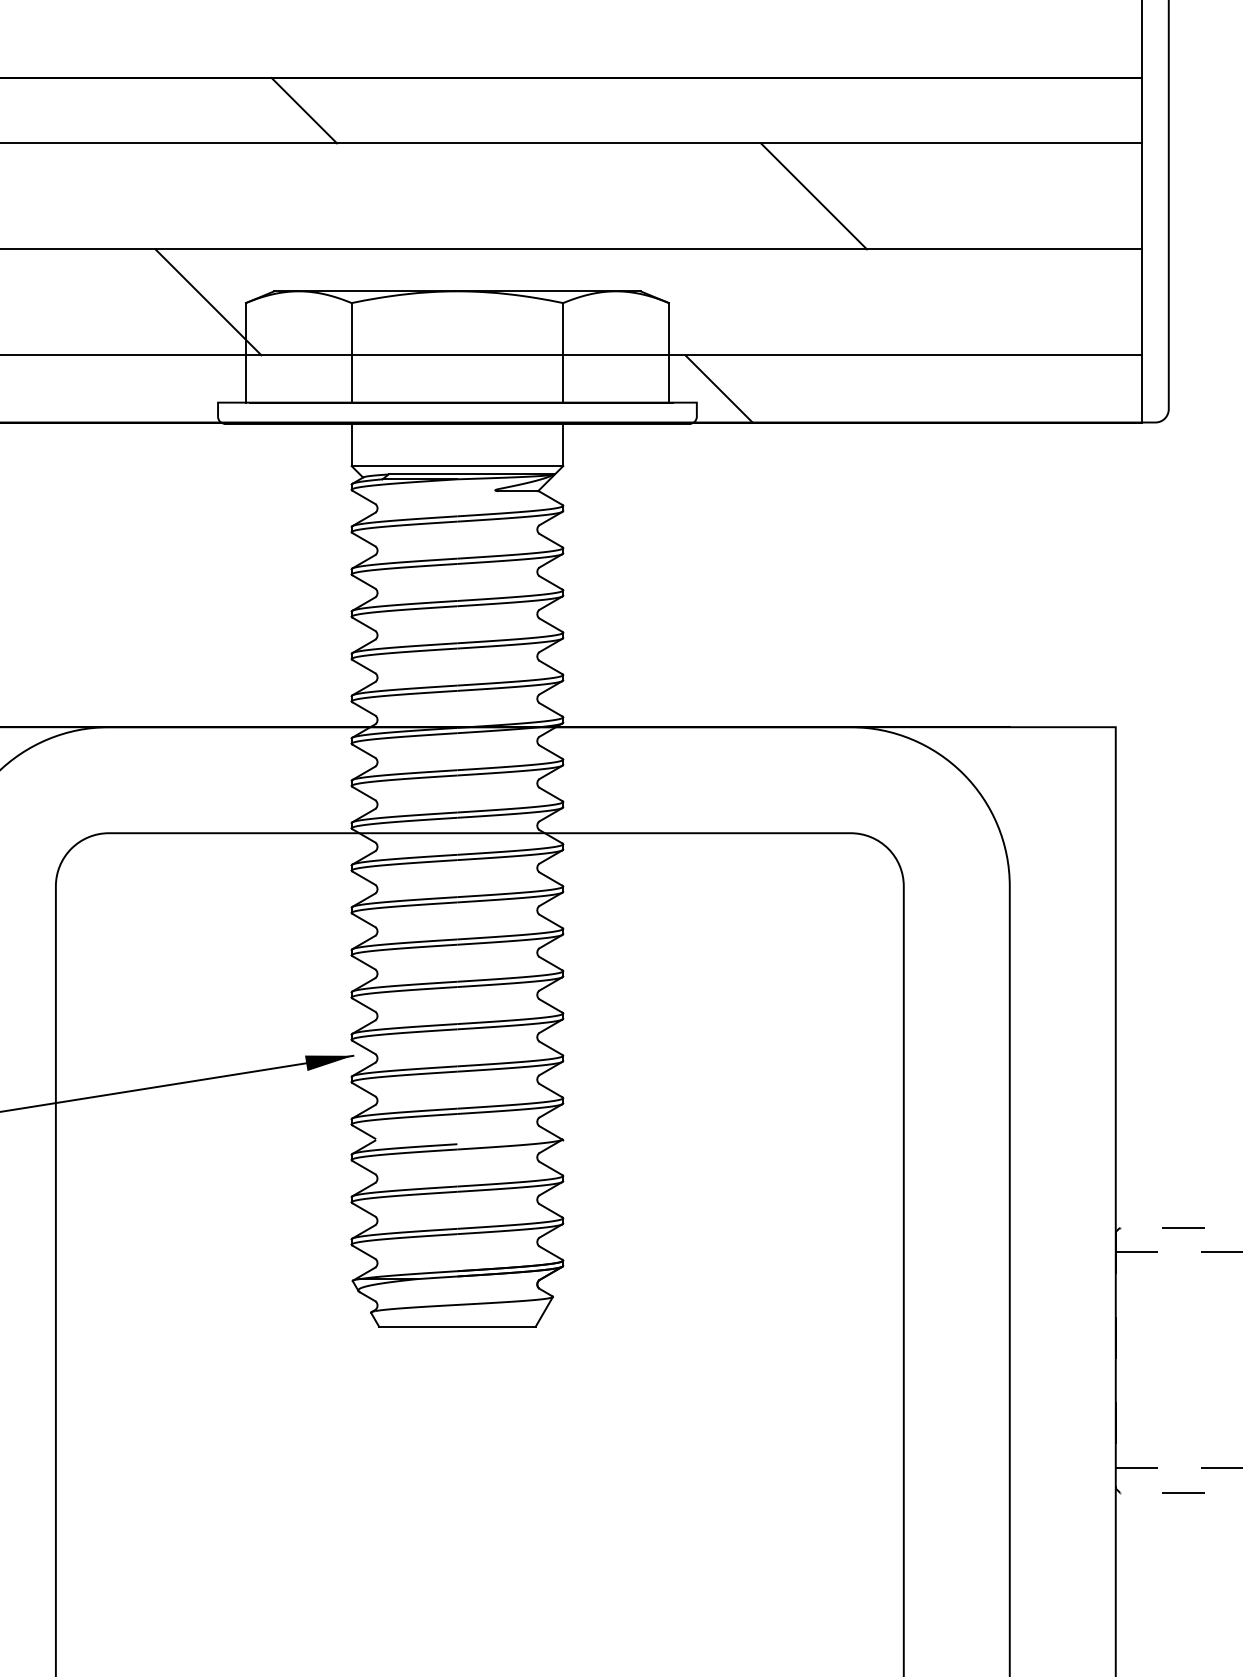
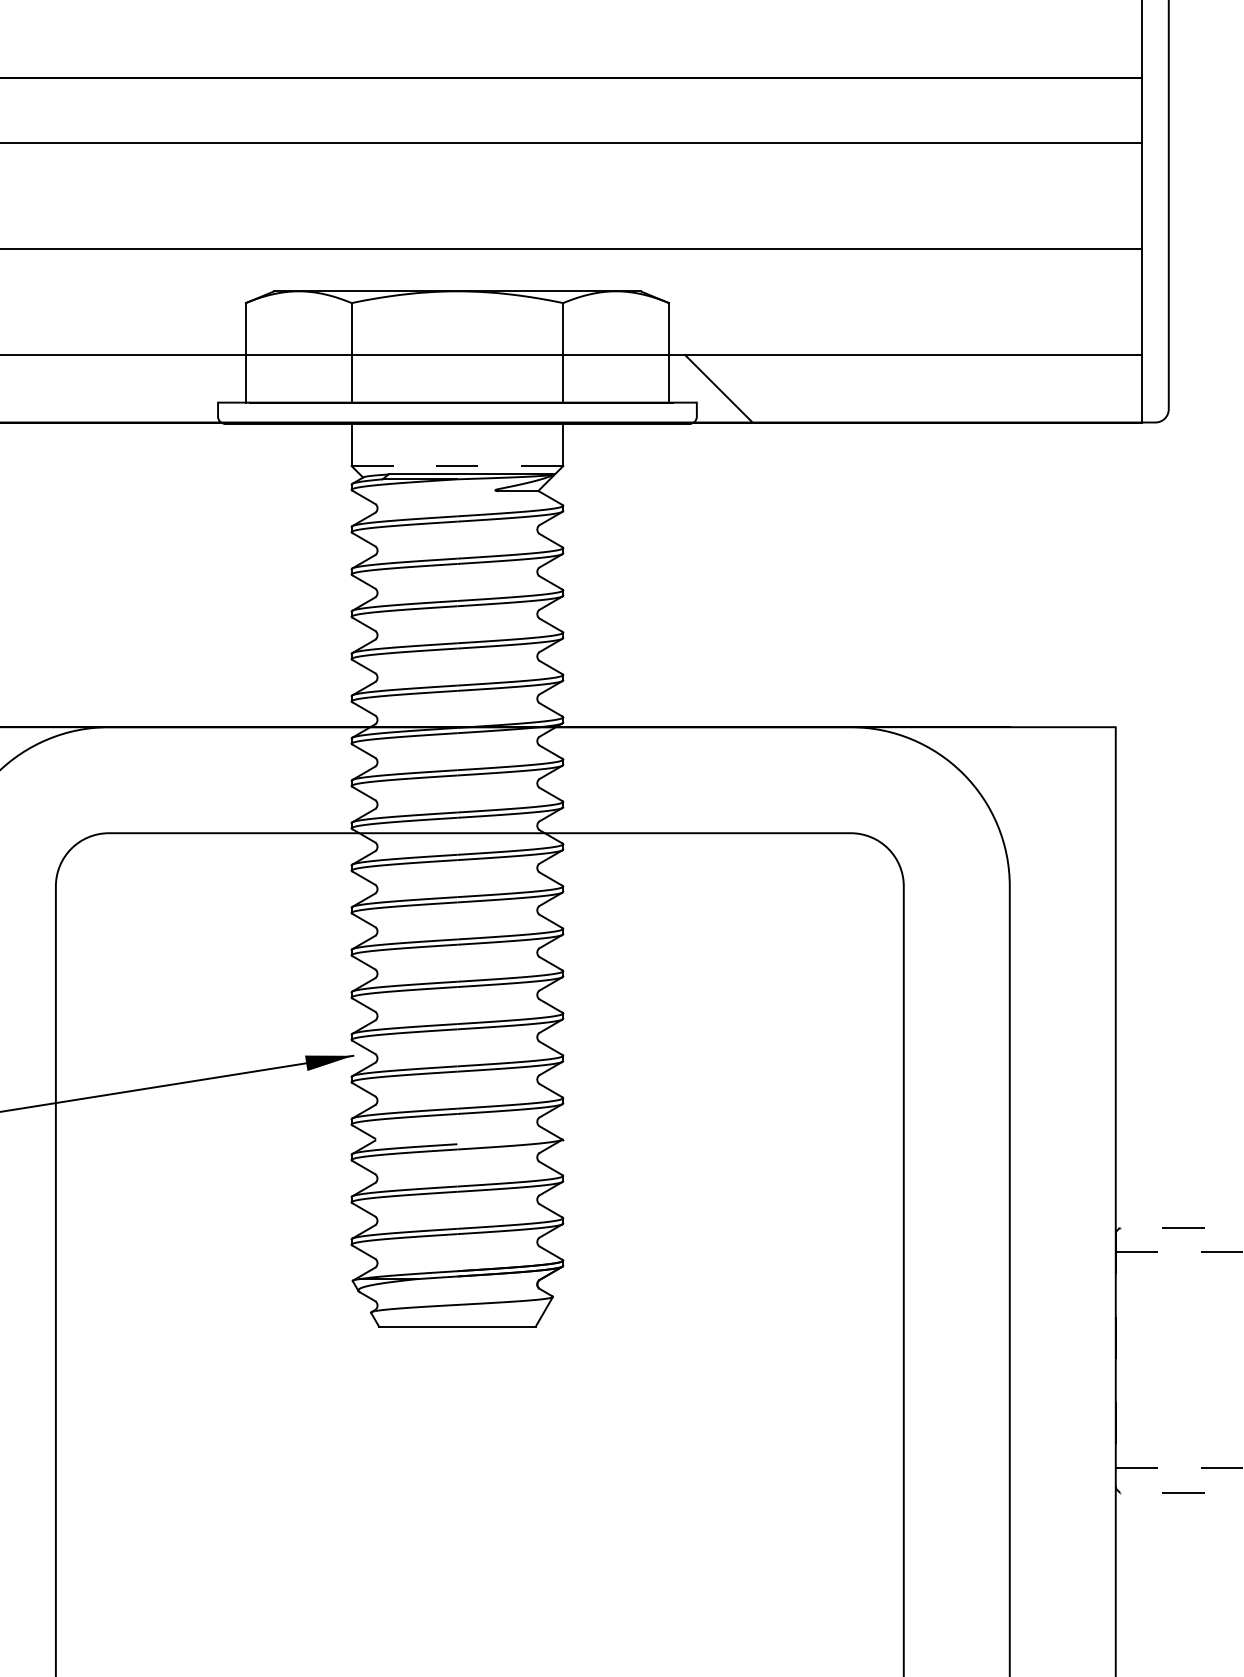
line at (304, 110): present -> none
line at (813, 196): present -> none
line at (208, 302): present -> none
line at (457, 466): solid -> dashed
